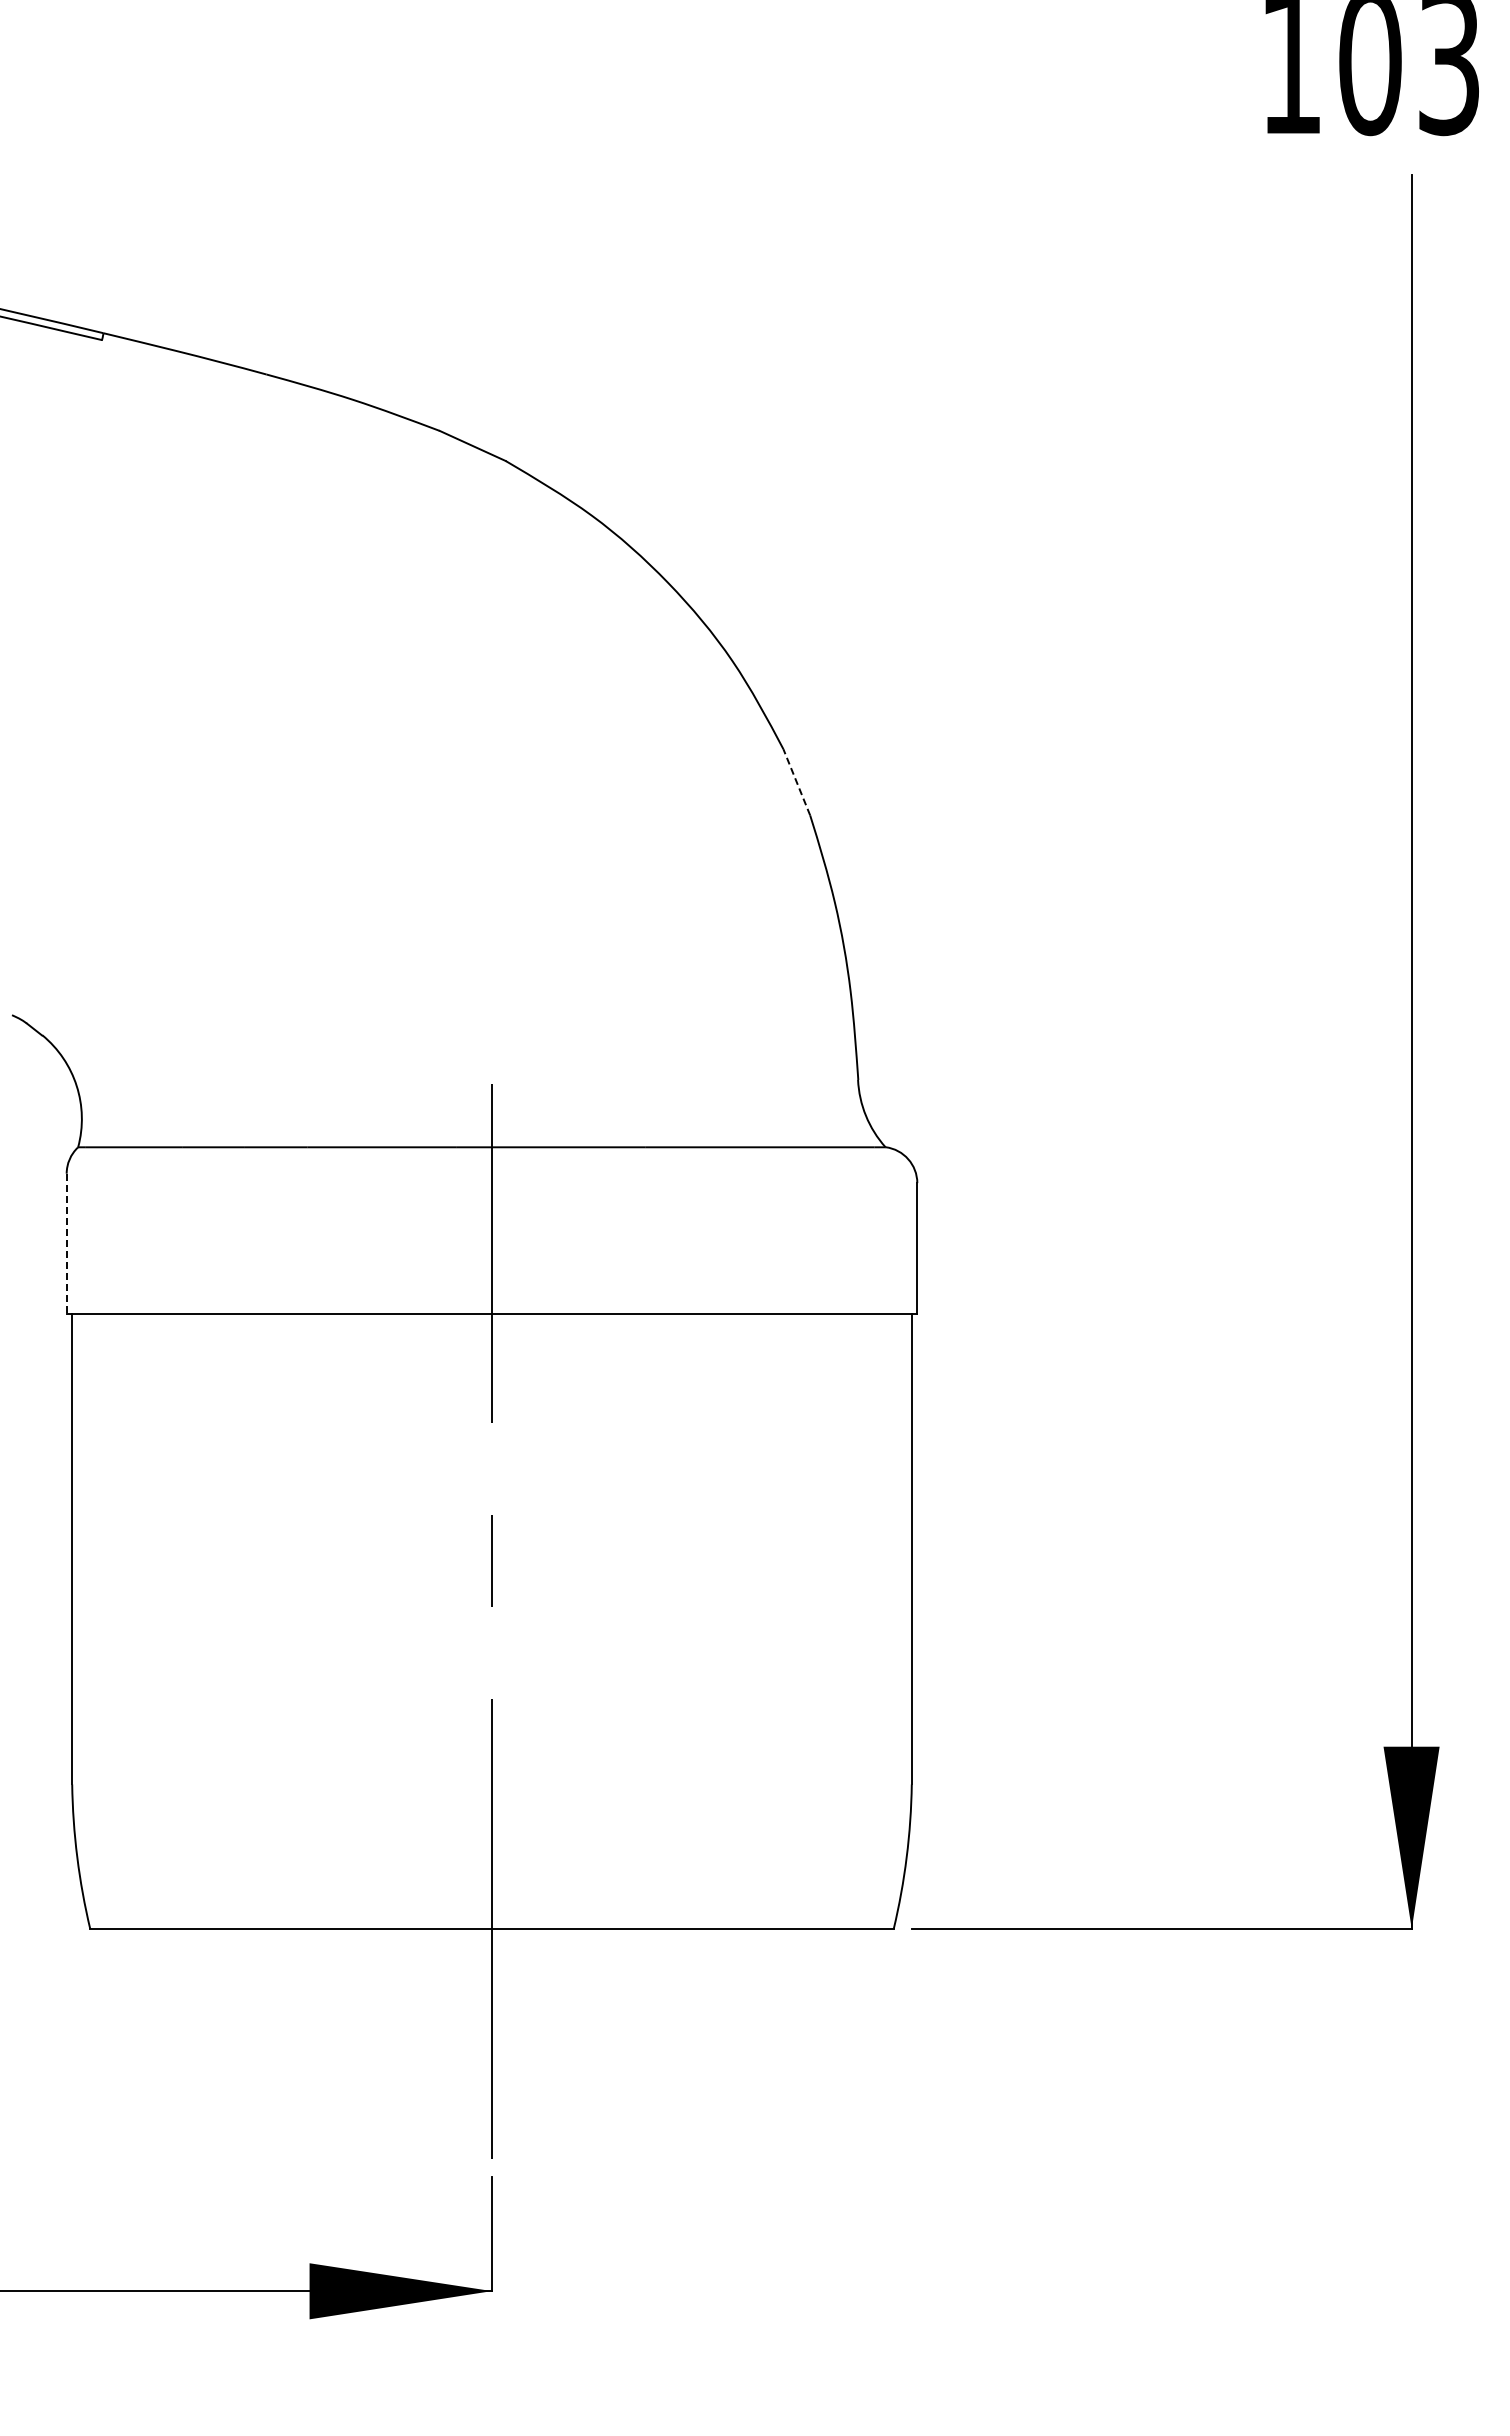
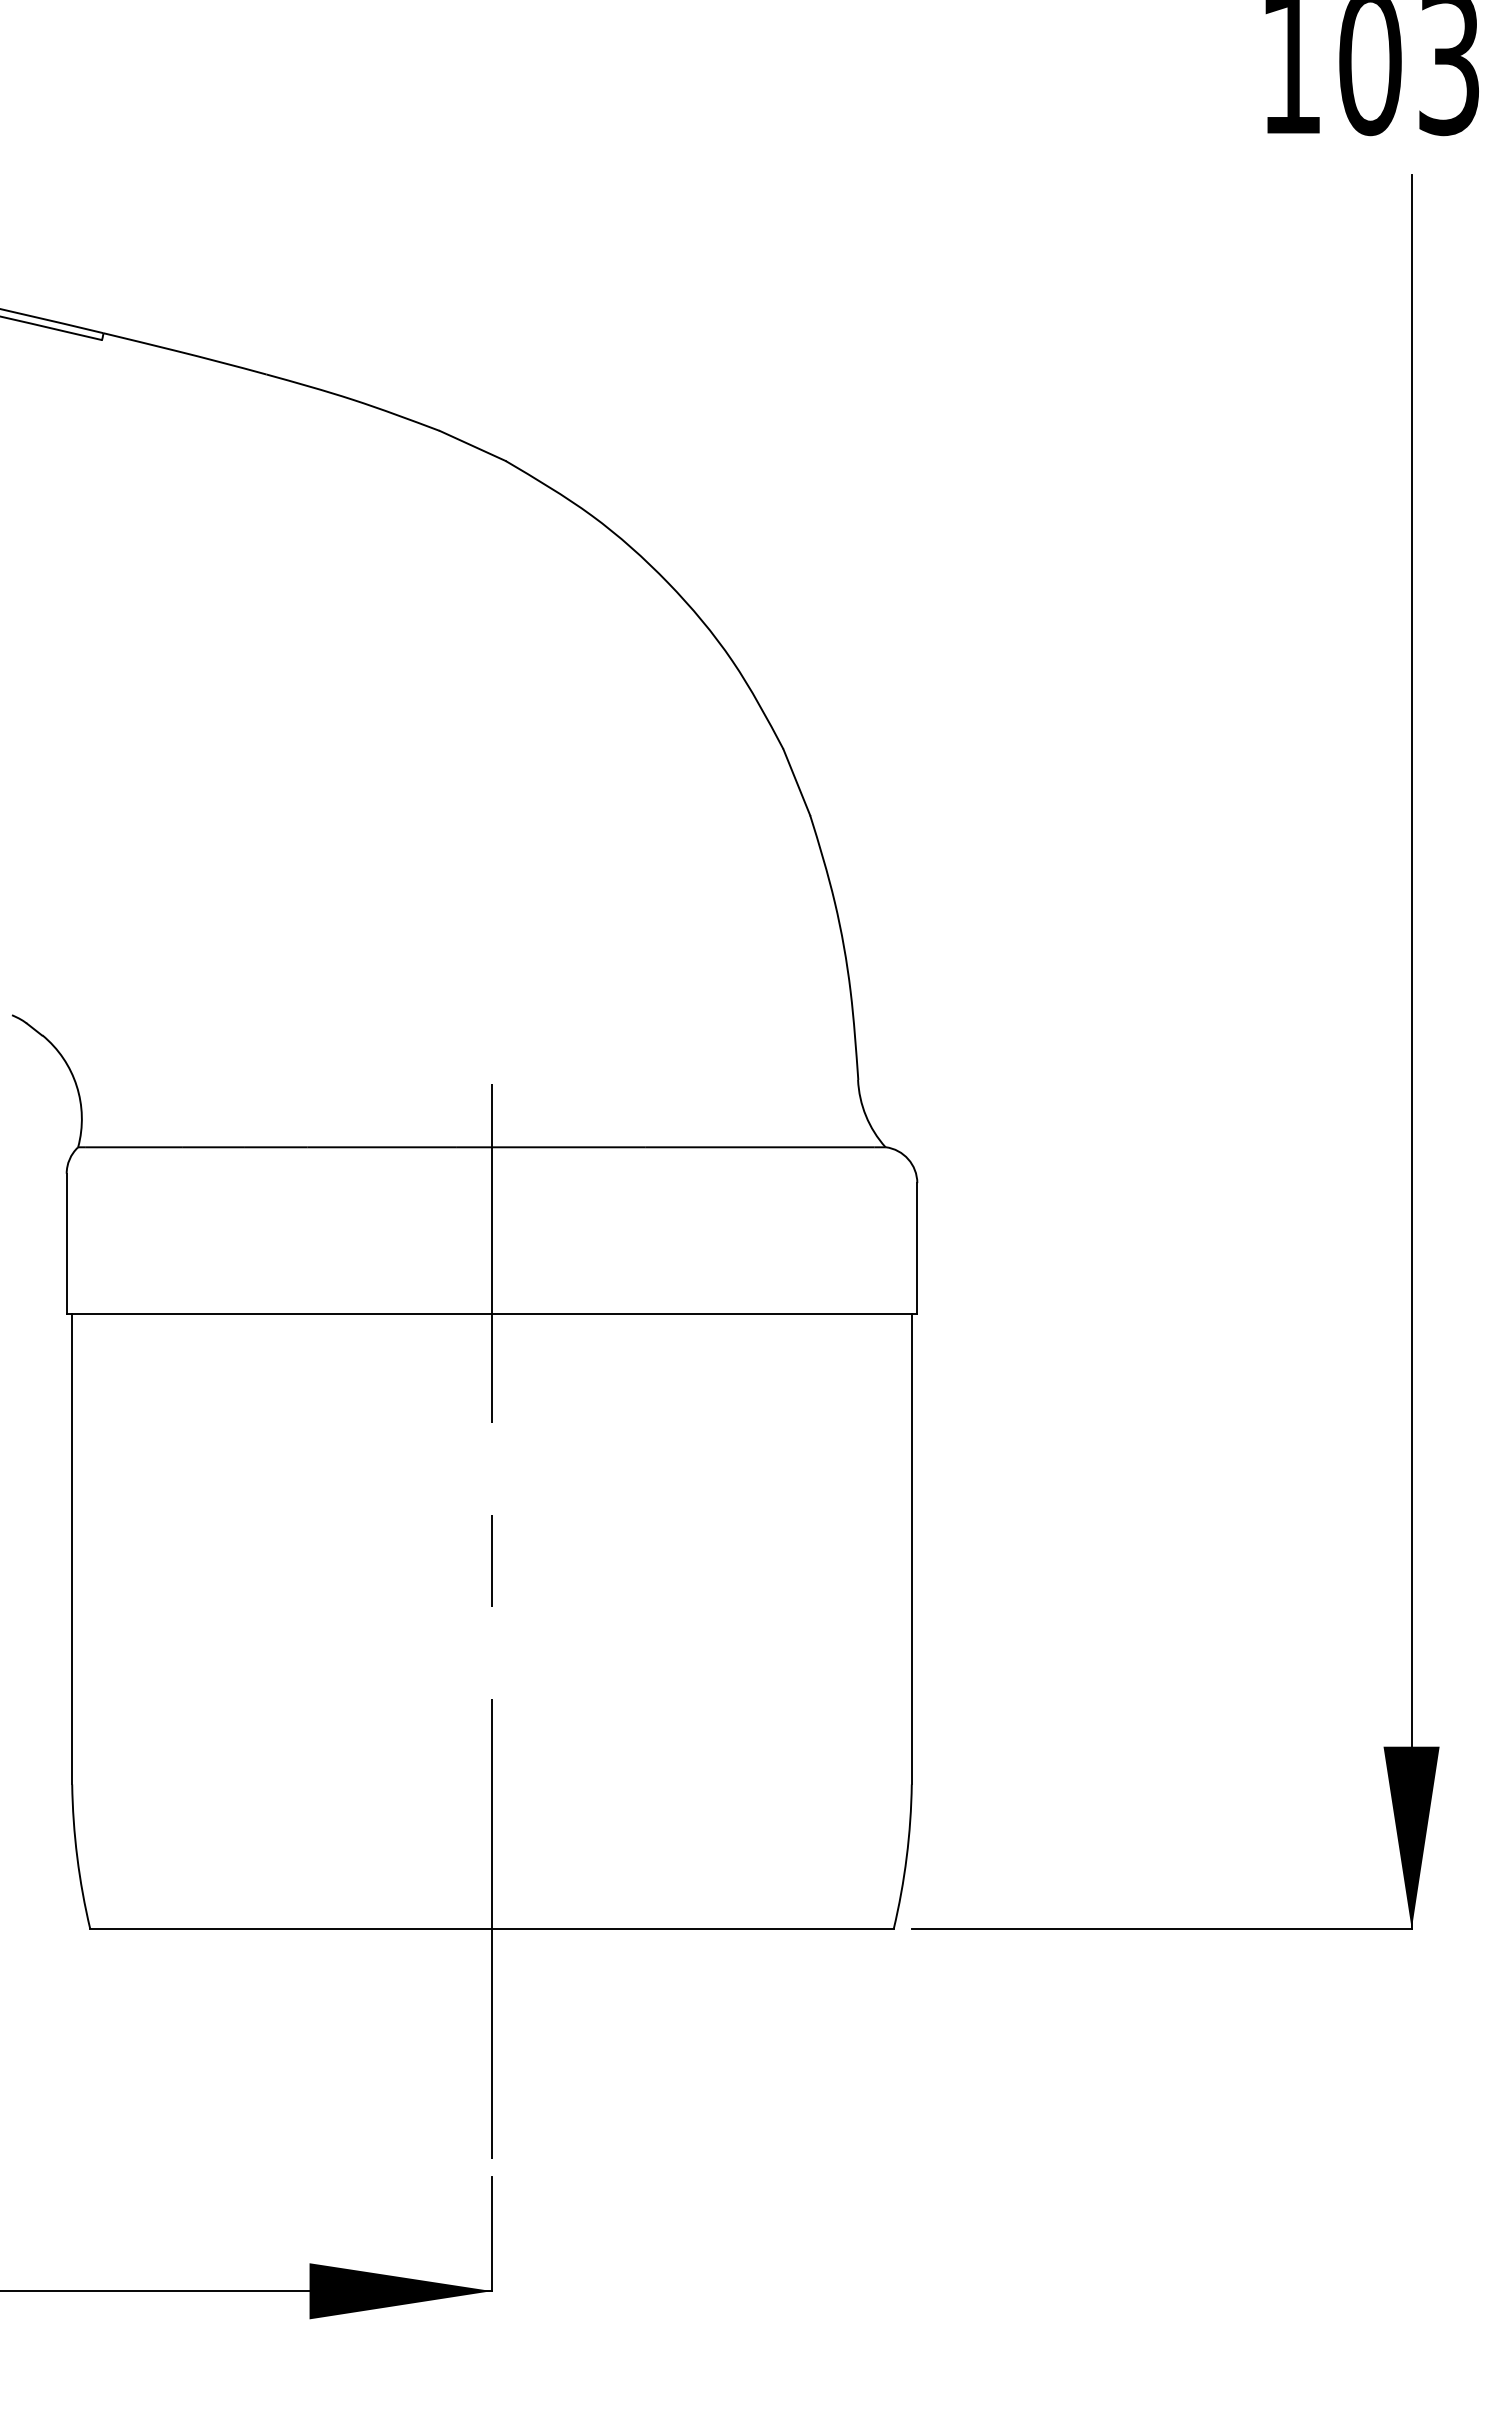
line at (796, 782): dashed -> solid
line at (66, 1244): dashed -> solid
